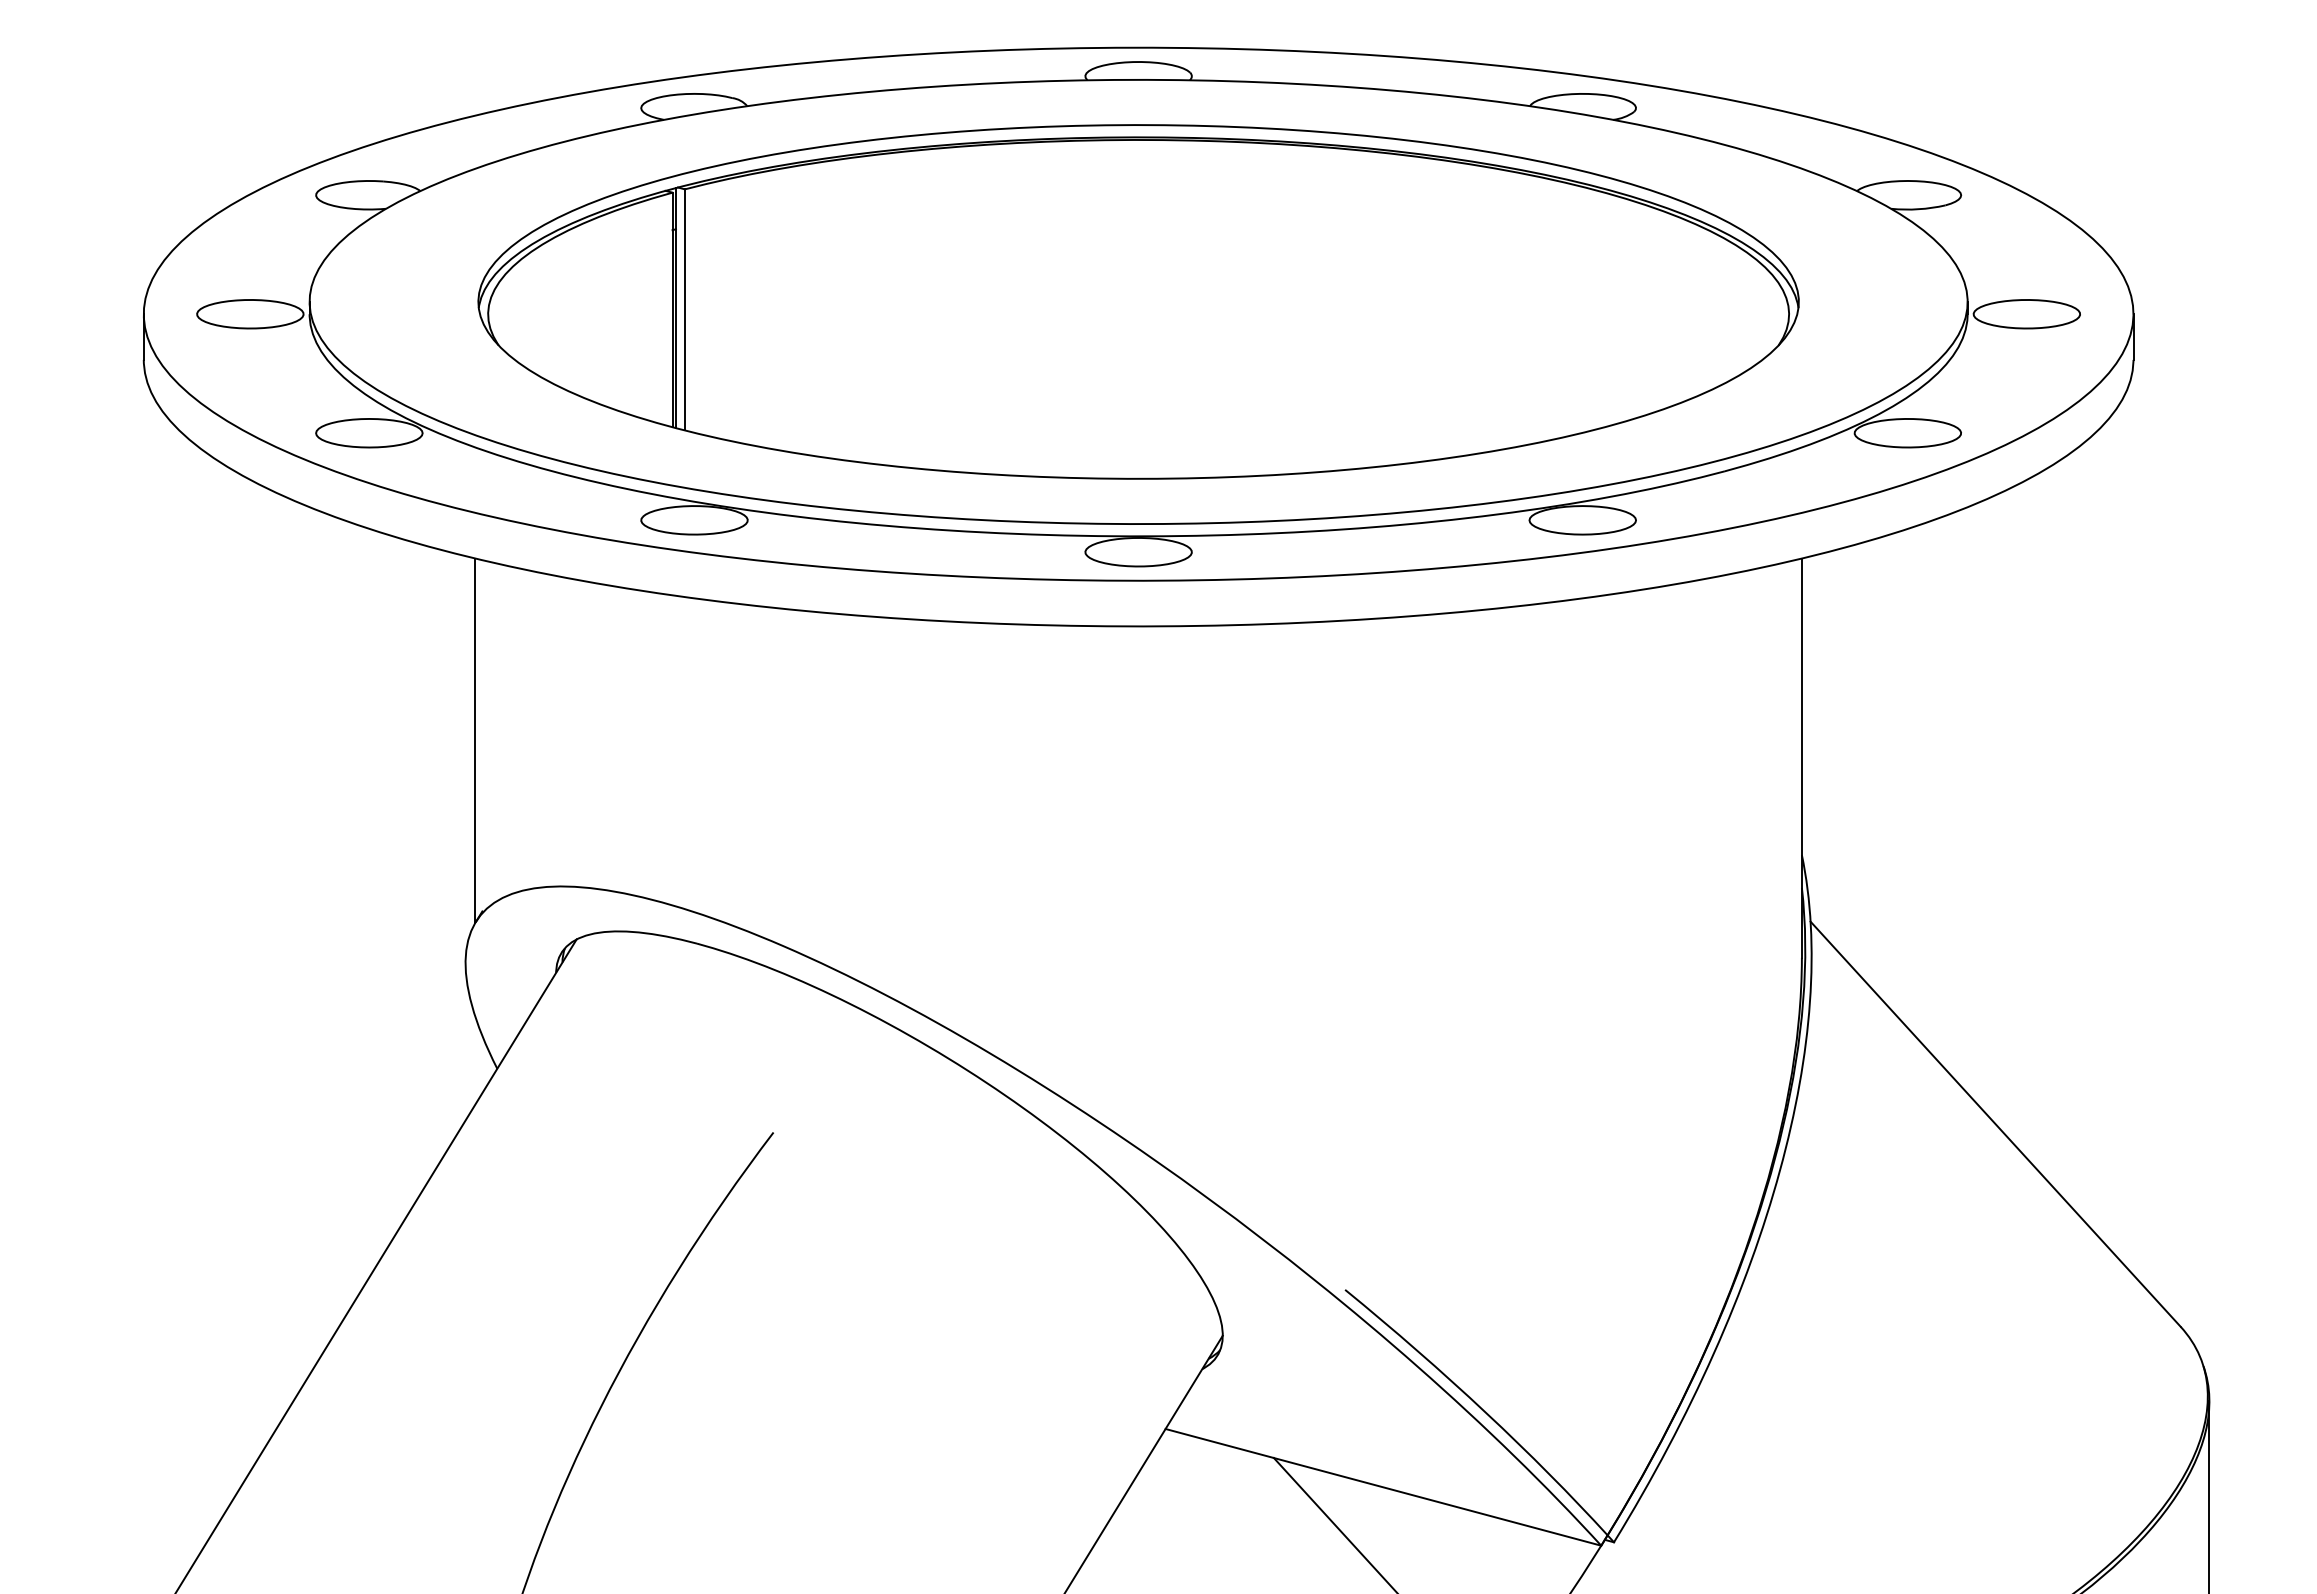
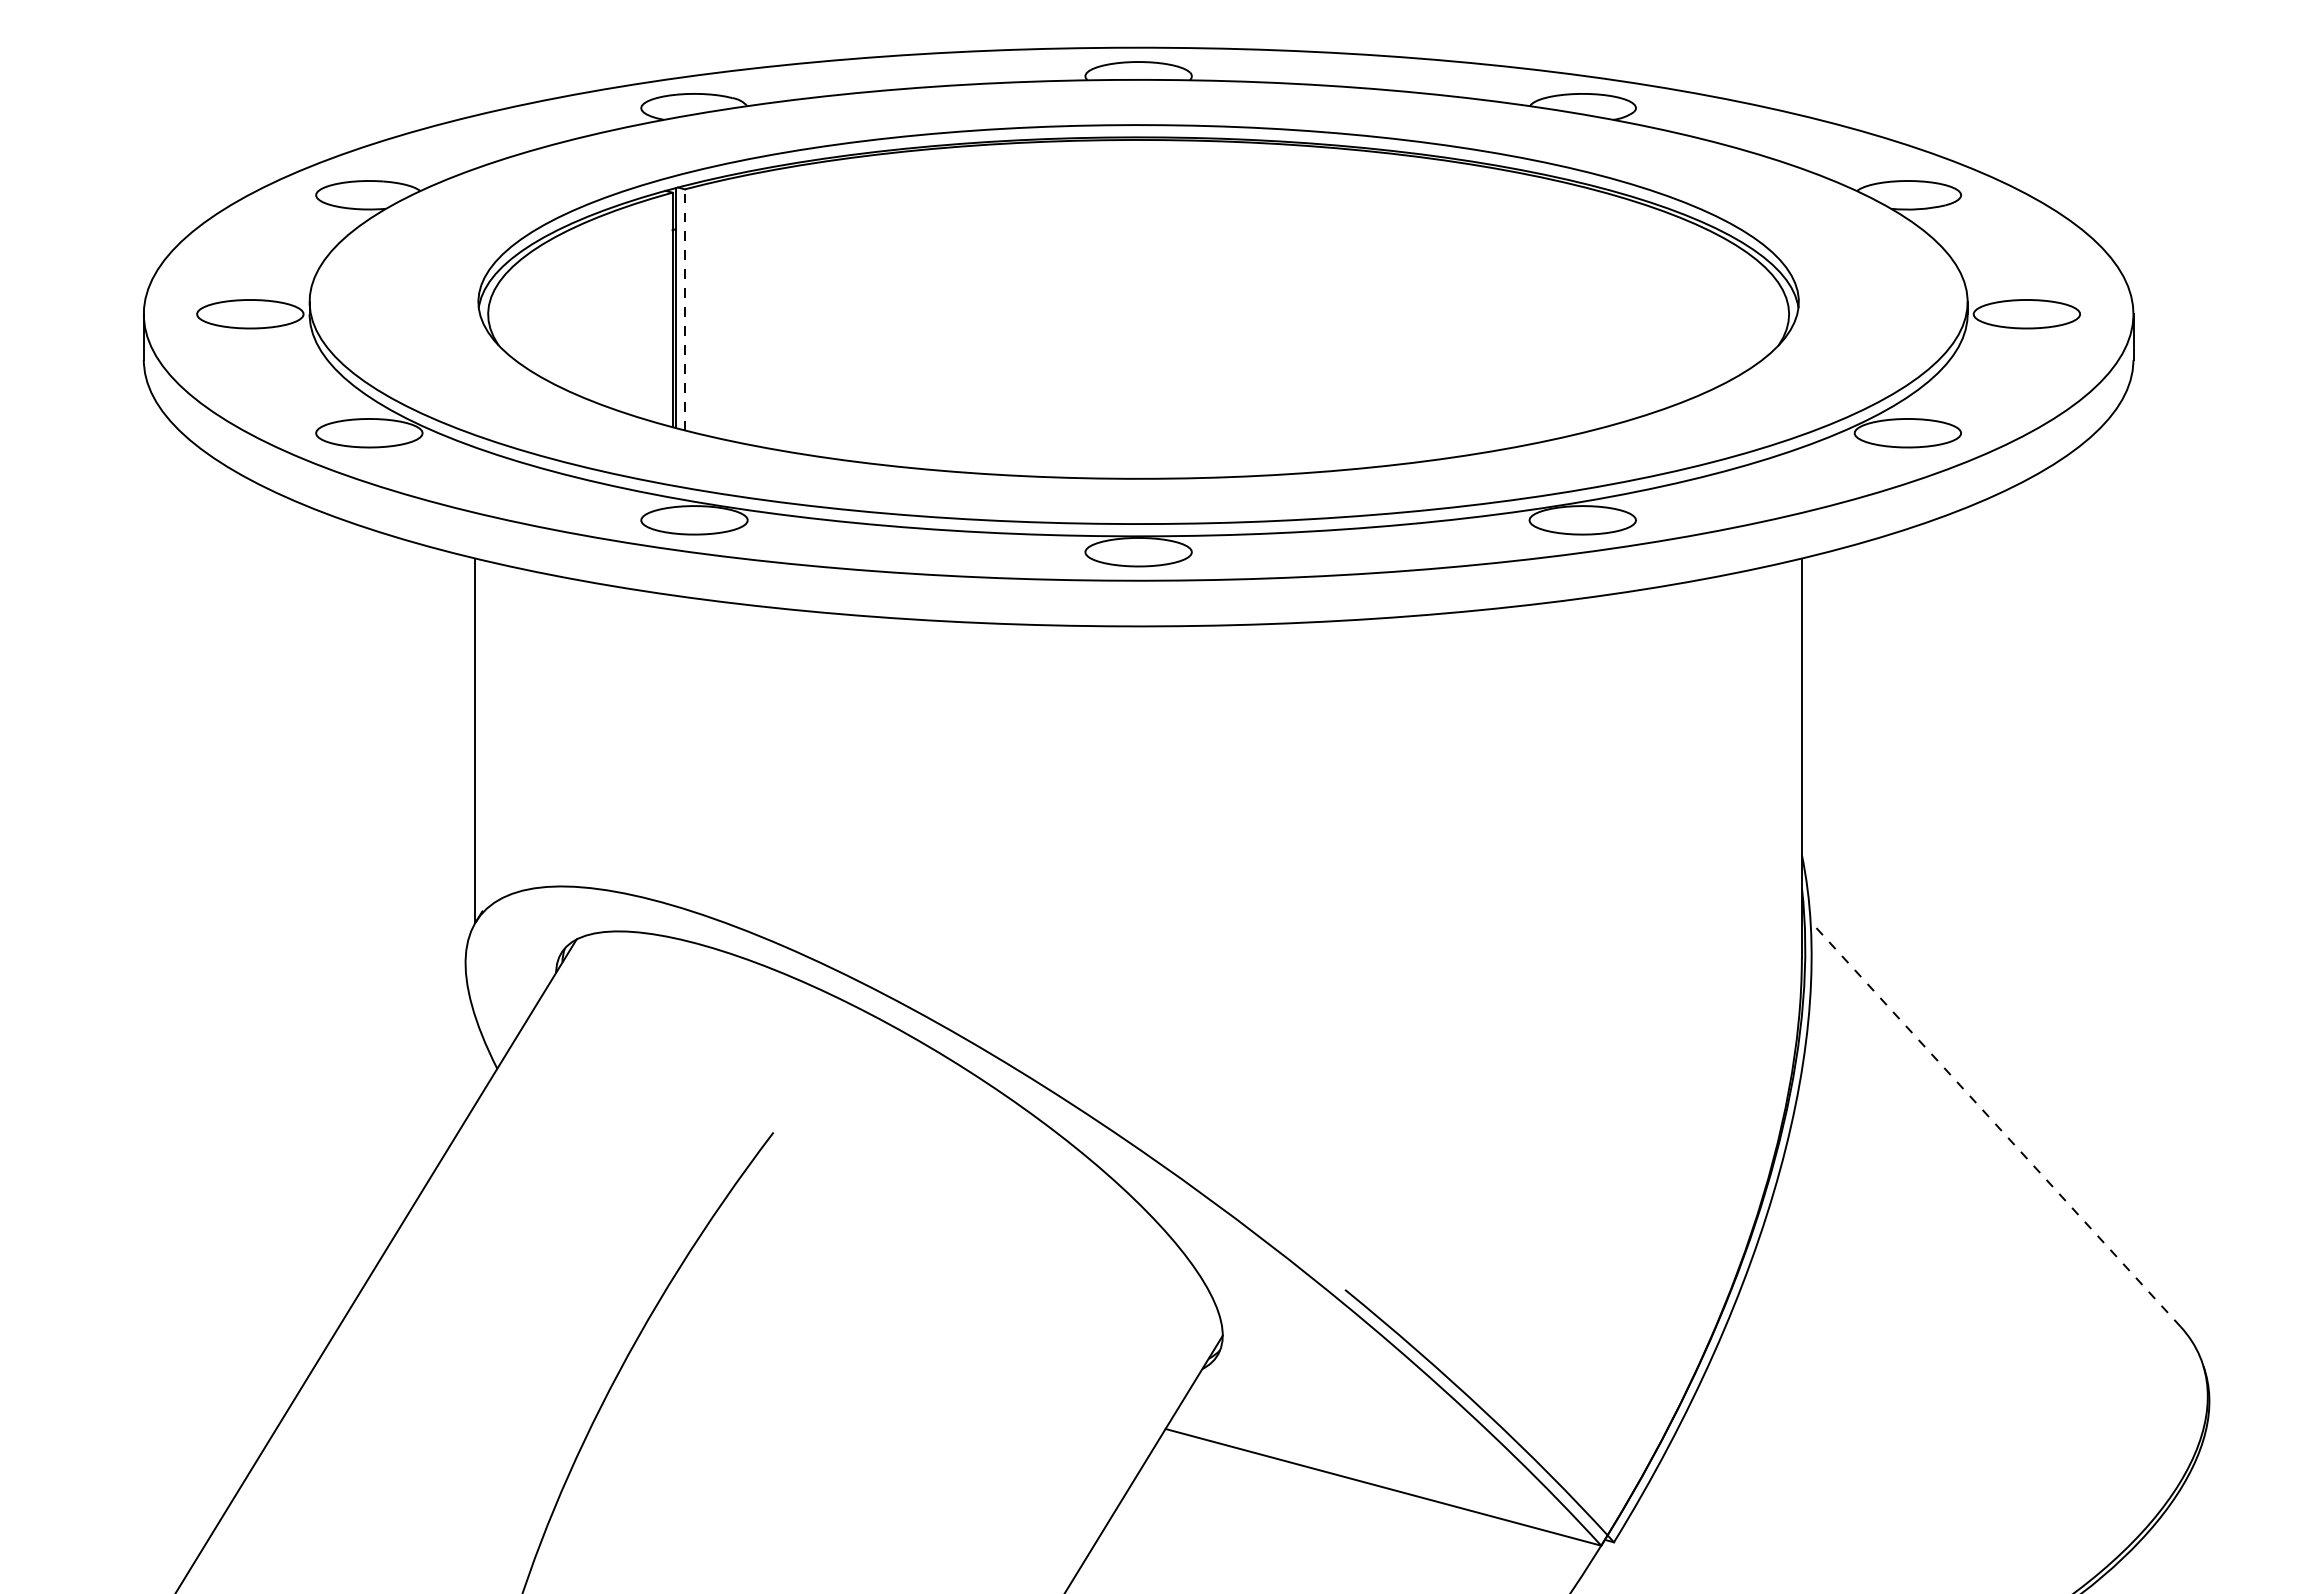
line at (684, 309): solid -> dashed
line at (1995, 1123): solid -> dashed
line at (2209, 1495): present -> none
line at (1333, 1524): present -> none
